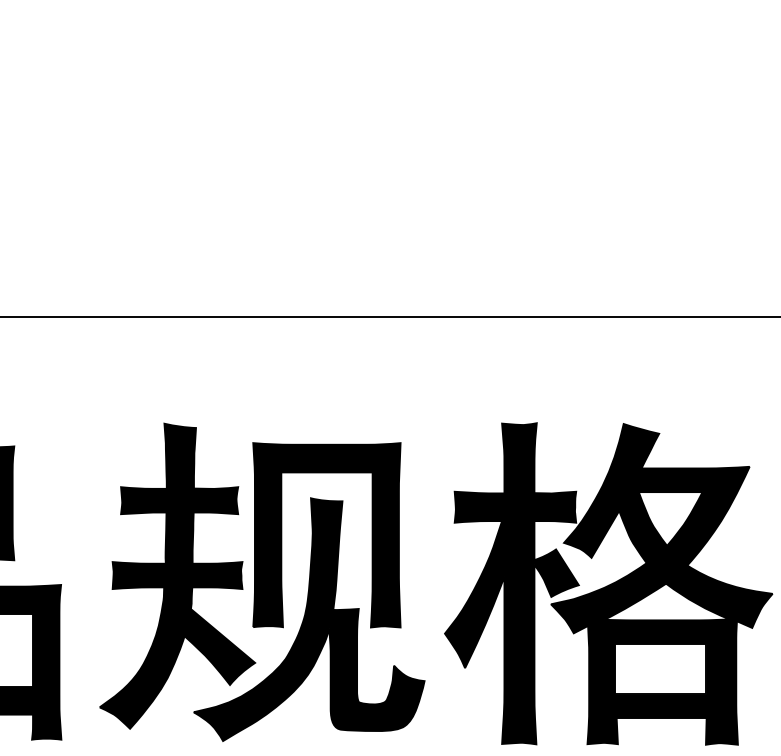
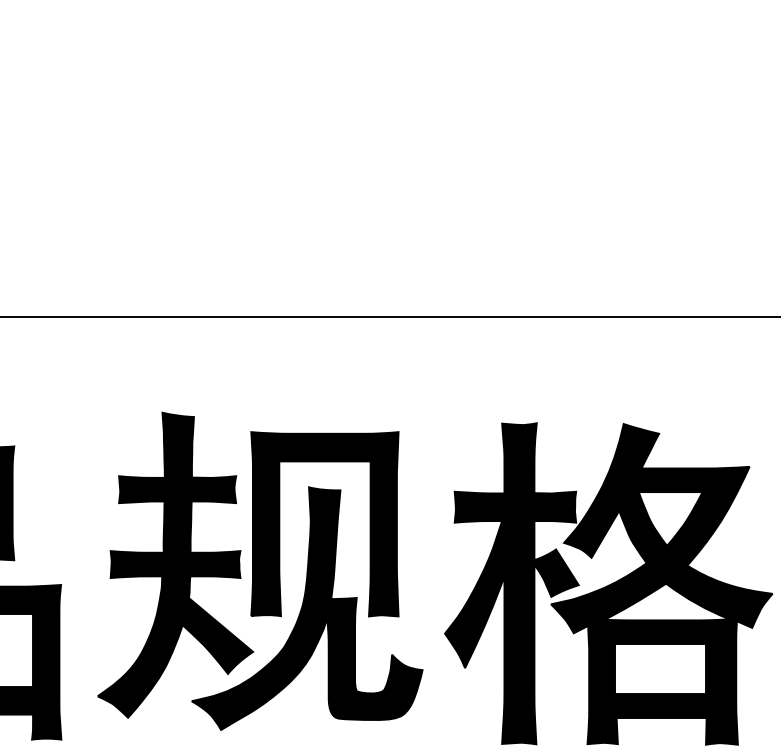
part at (262, 581) position: (262, 581) -> (260, 570)
